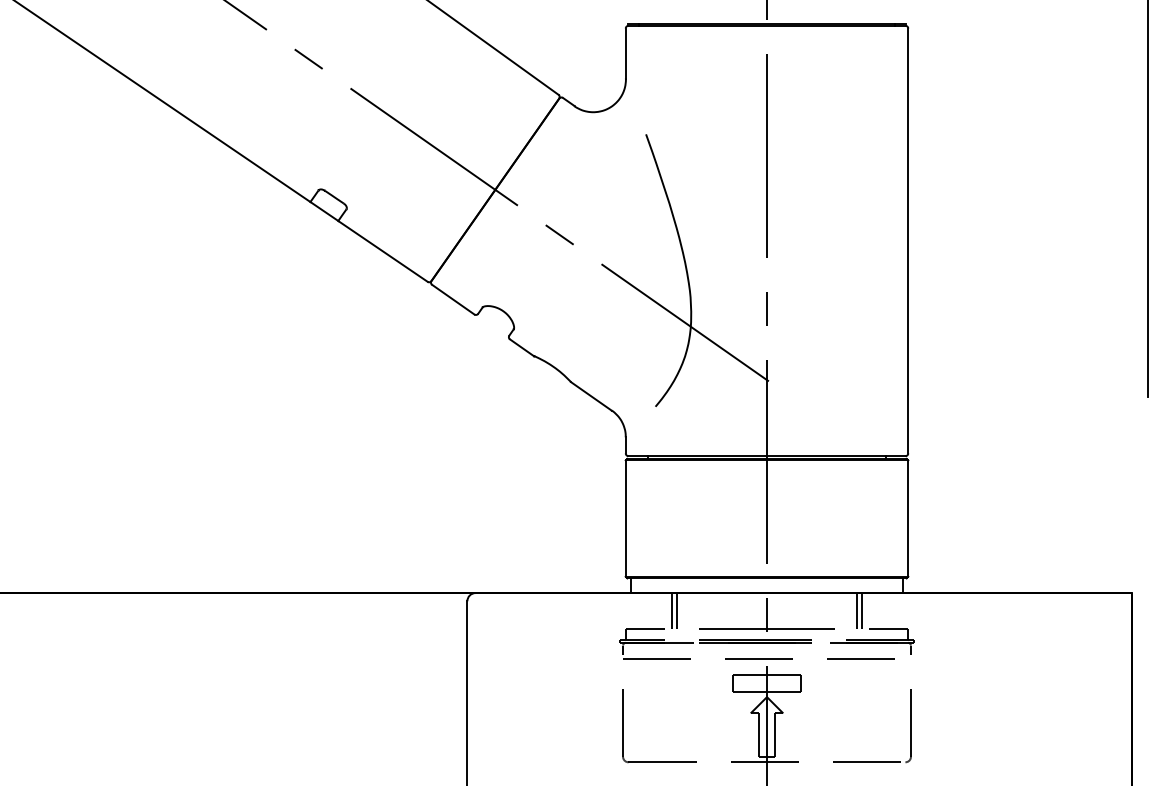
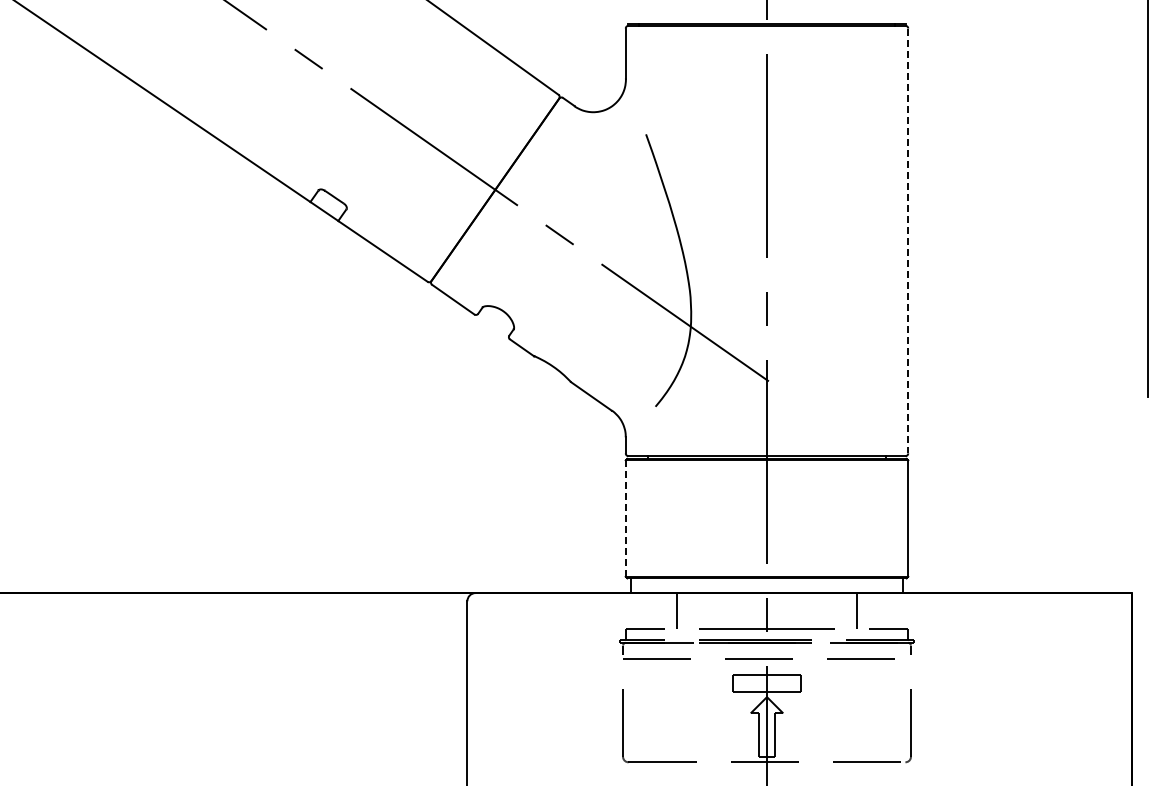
line at (908, 241): solid -> dashed
line at (625, 518): solid -> dashed
line at (671, 611): present -> none
line at (862, 611): present -> none
